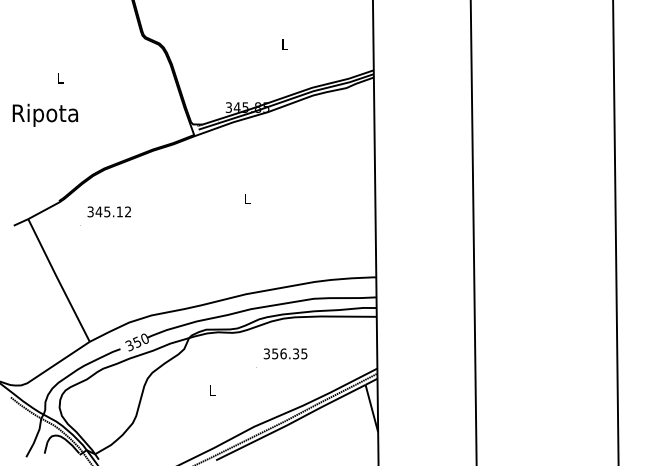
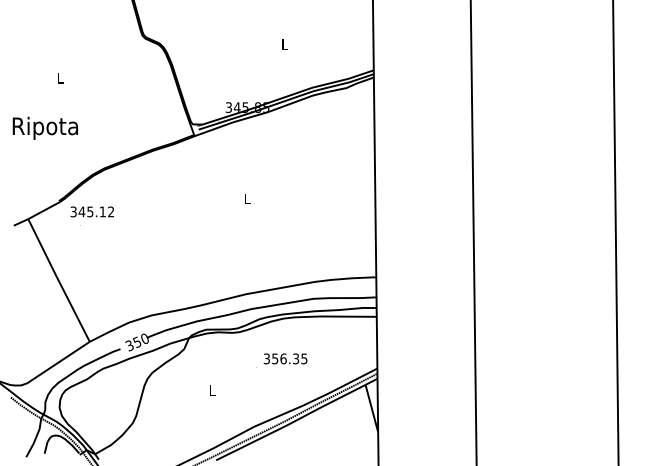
text at (45, 114) position: (45, 114) -> (45, 127)
text at (108, 211) position: (108, 211) -> (91, 211)
text at (285, 353) position: (285, 353) -> (285, 358)
